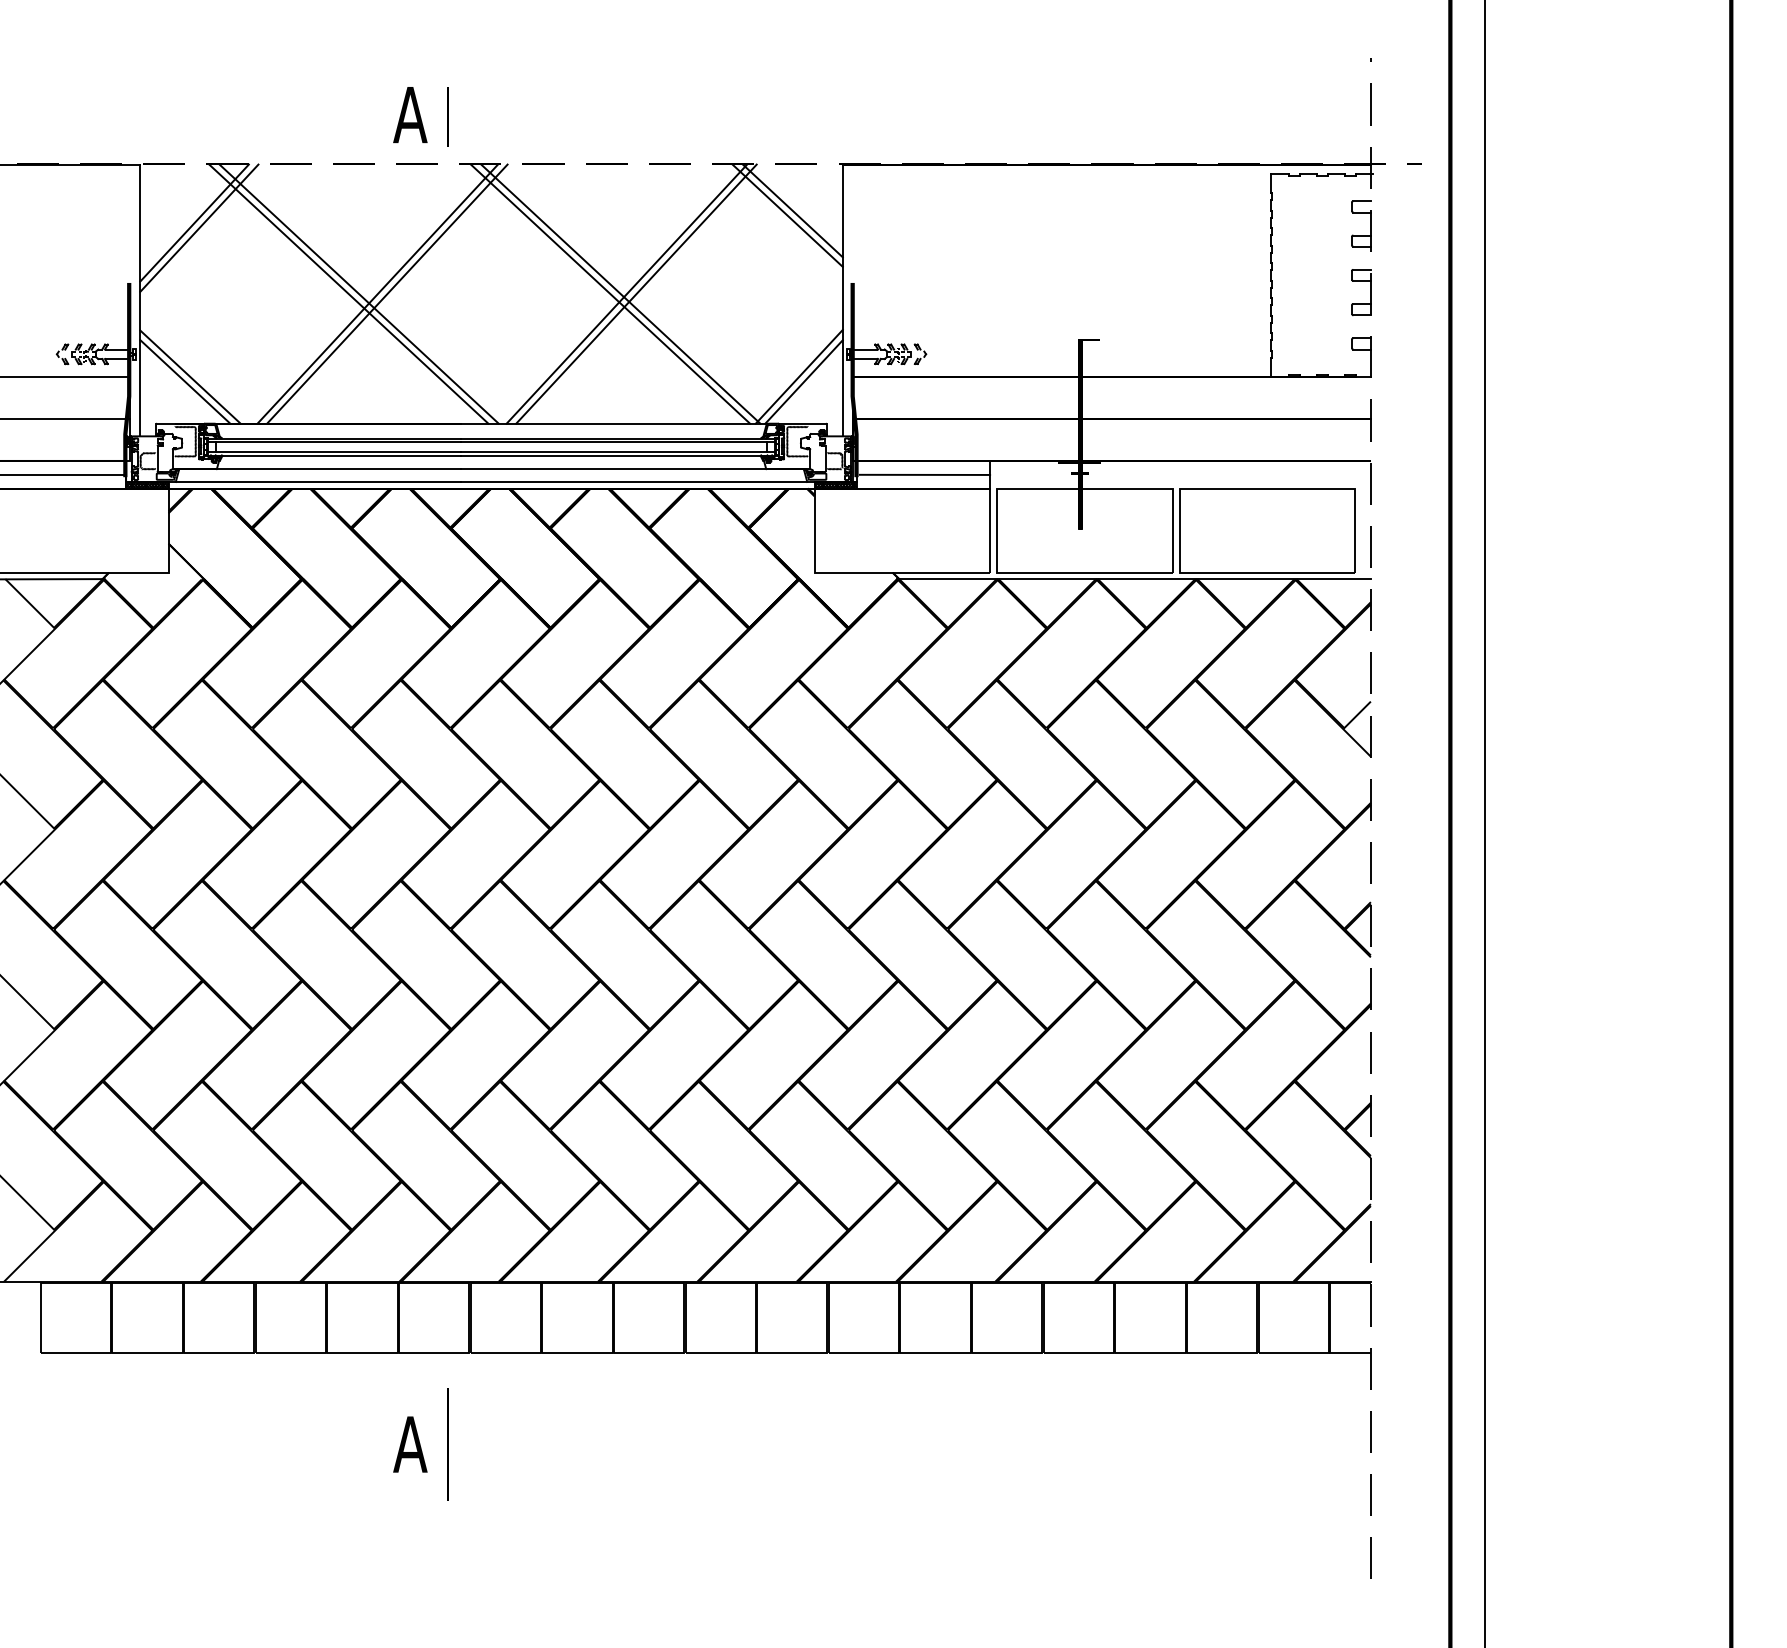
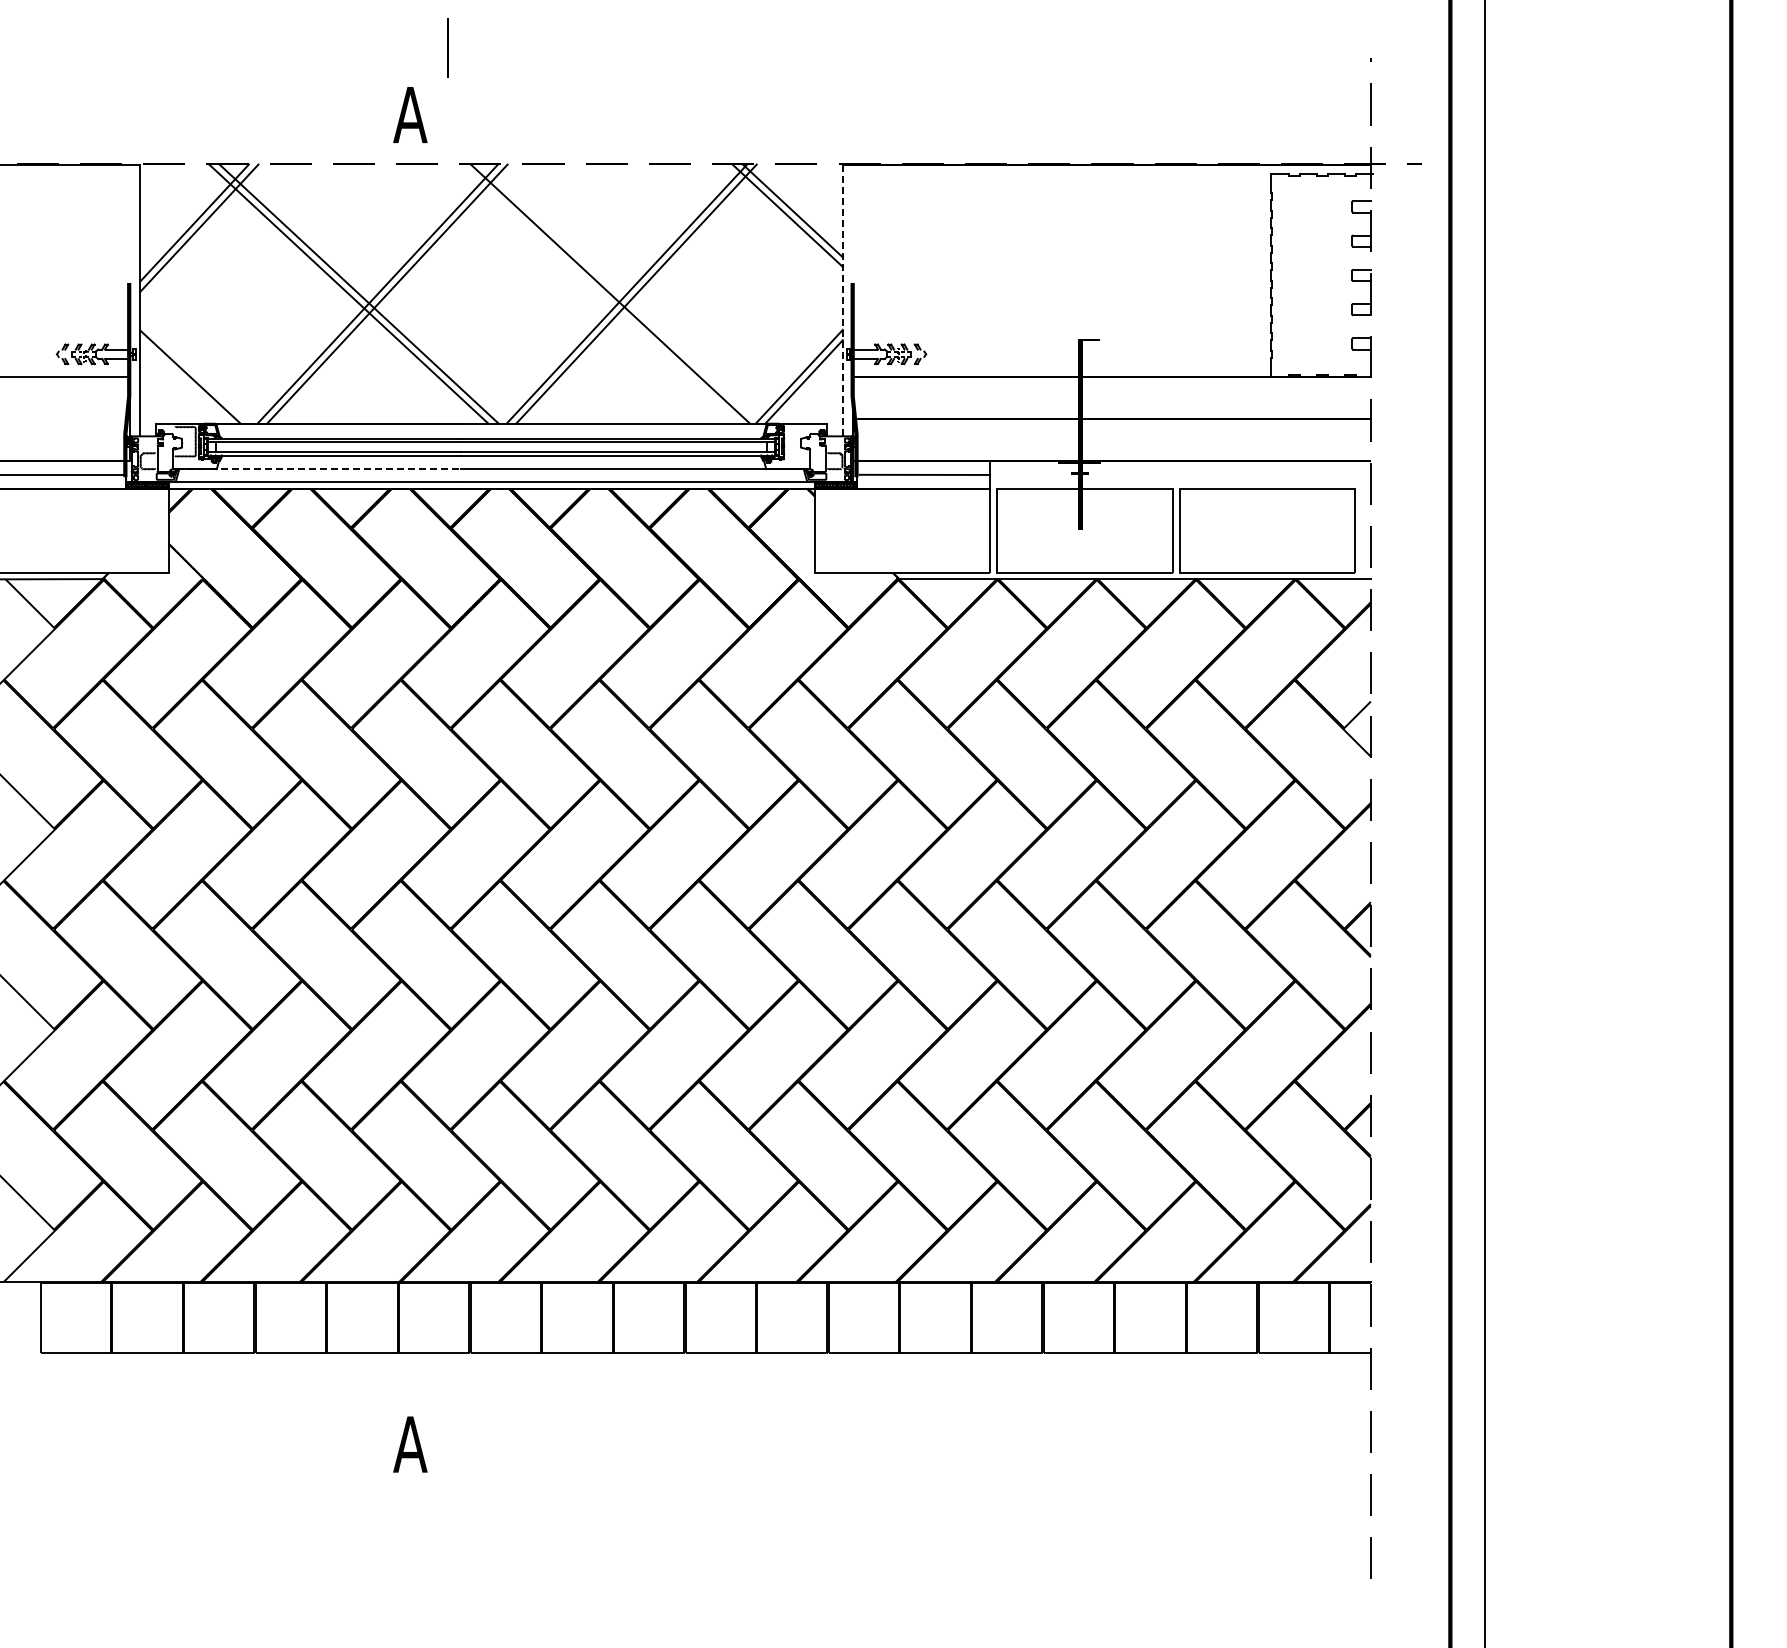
line at (447, 116) position: (447, 116) -> (447, 47)
line at (620, 293): present -> none
line at (842, 300): solid -> dashed
line at (185, 381): present -> none
line at (65, 418): present -> none
hatch at (797, 441): present -> none
line at (319, 469): solid -> dashed
line at (447, 1444): present -> none
